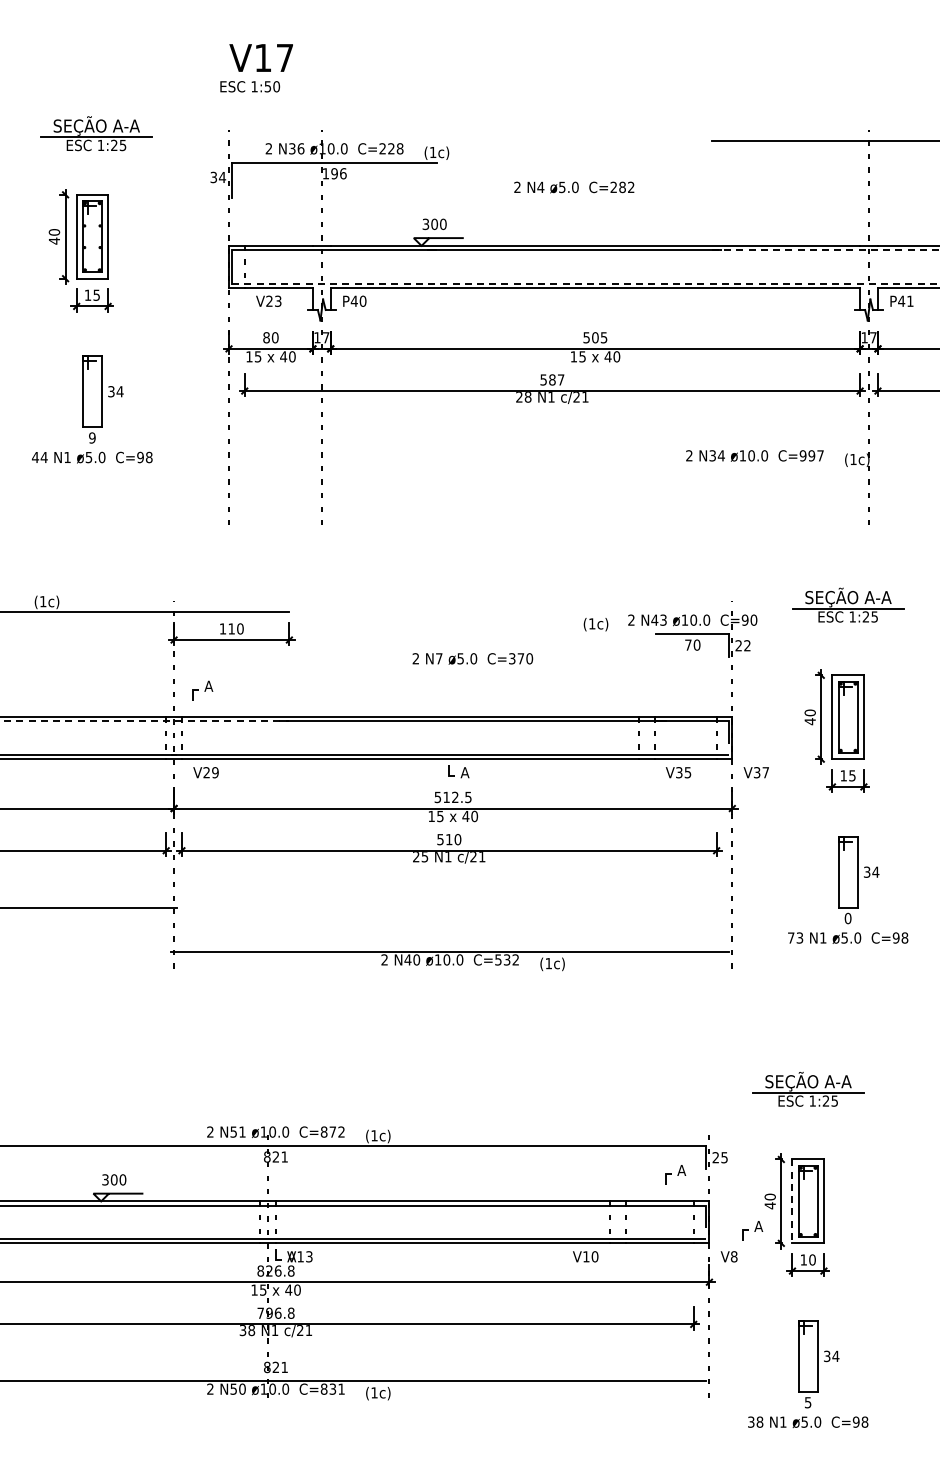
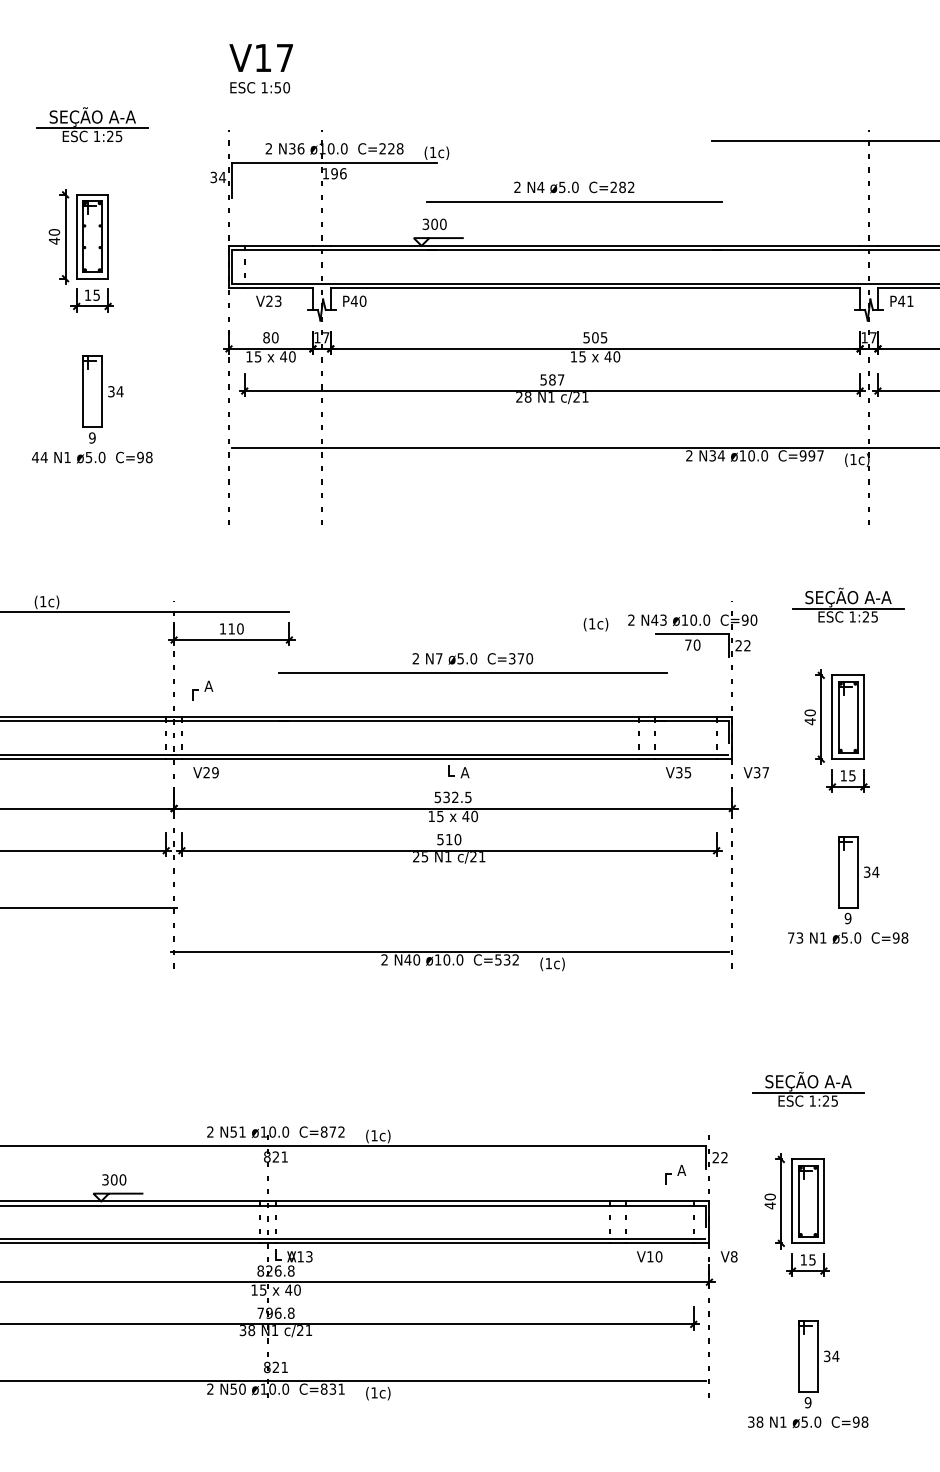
text at (250, 86) position: (250, 86) -> (260, 87)
part at (96, 133) position: (96, 133) -> (92, 124)
line at (574, 201): none -> present
line at (825, 250): dashed -> solid
line at (586, 283): dashed -> solid
line at (584, 447): none -> present
line at (472, 673): none -> present
line at (145, 721): dashed -> solid
text at (446, 797): 512.5 -> 532.5
text at (847, 918): 0 -> 9
text at (724, 1157): 25 -> 22
line at (792, 1201): dashed -> solid
part at (752, 1230): present -> none
text at (585, 1256) position: (585, 1256) -> (649, 1256)
text at (812, 1259): 10 -> 15
text at (807, 1402): 5 -> 9
